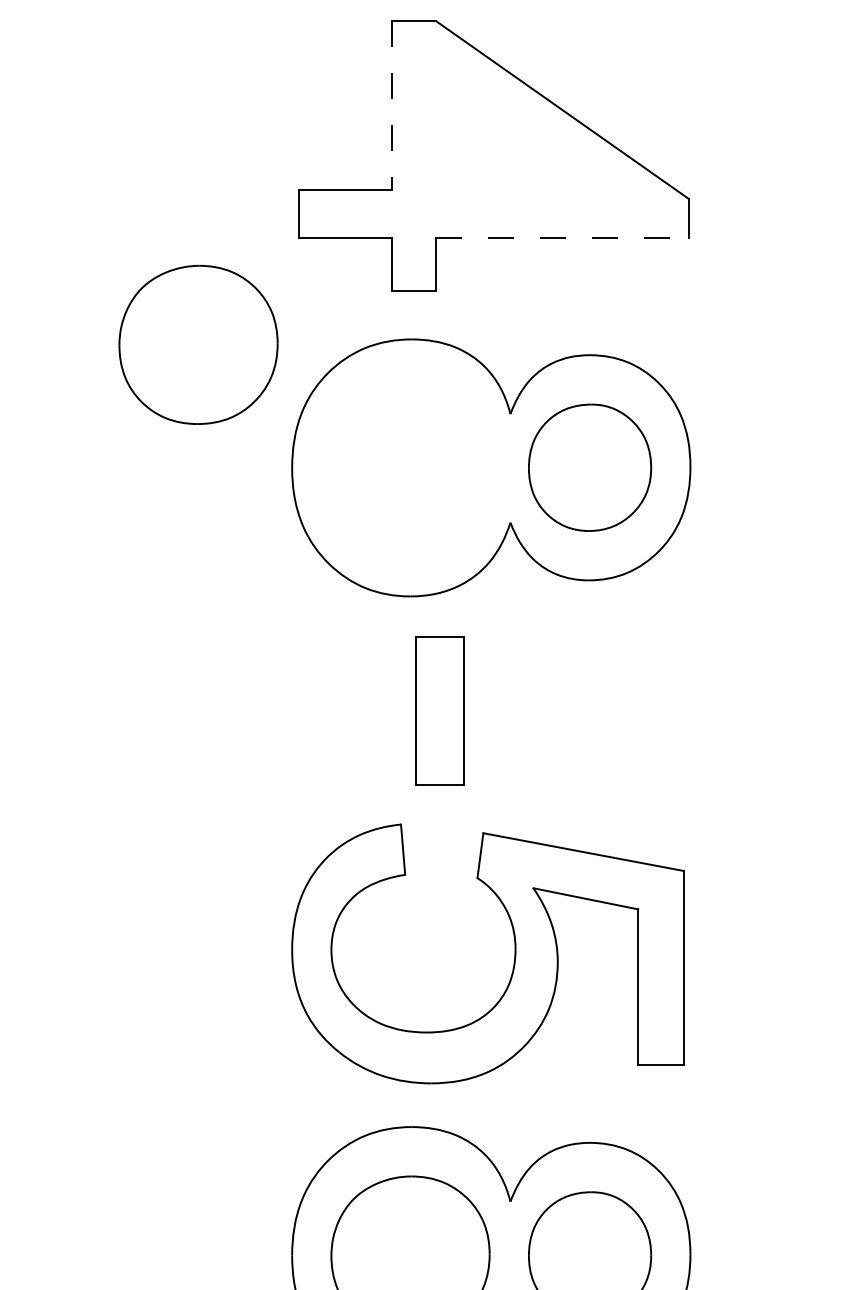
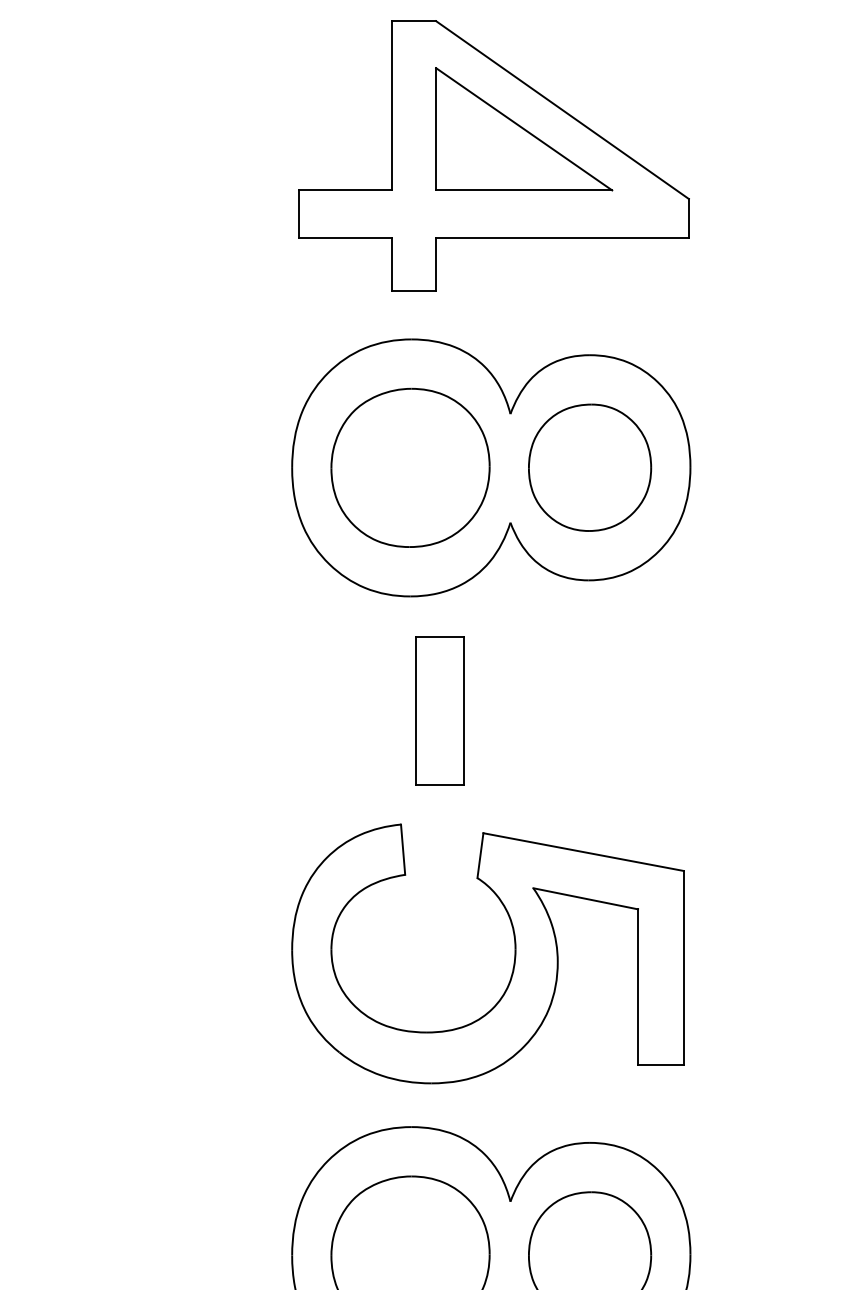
line at (392, 105): dashed -> solid
part at (524, 129): none -> present
line at (563, 238): dashed -> solid
part at (198, 344) position: (198, 344) -> (410, 467)
